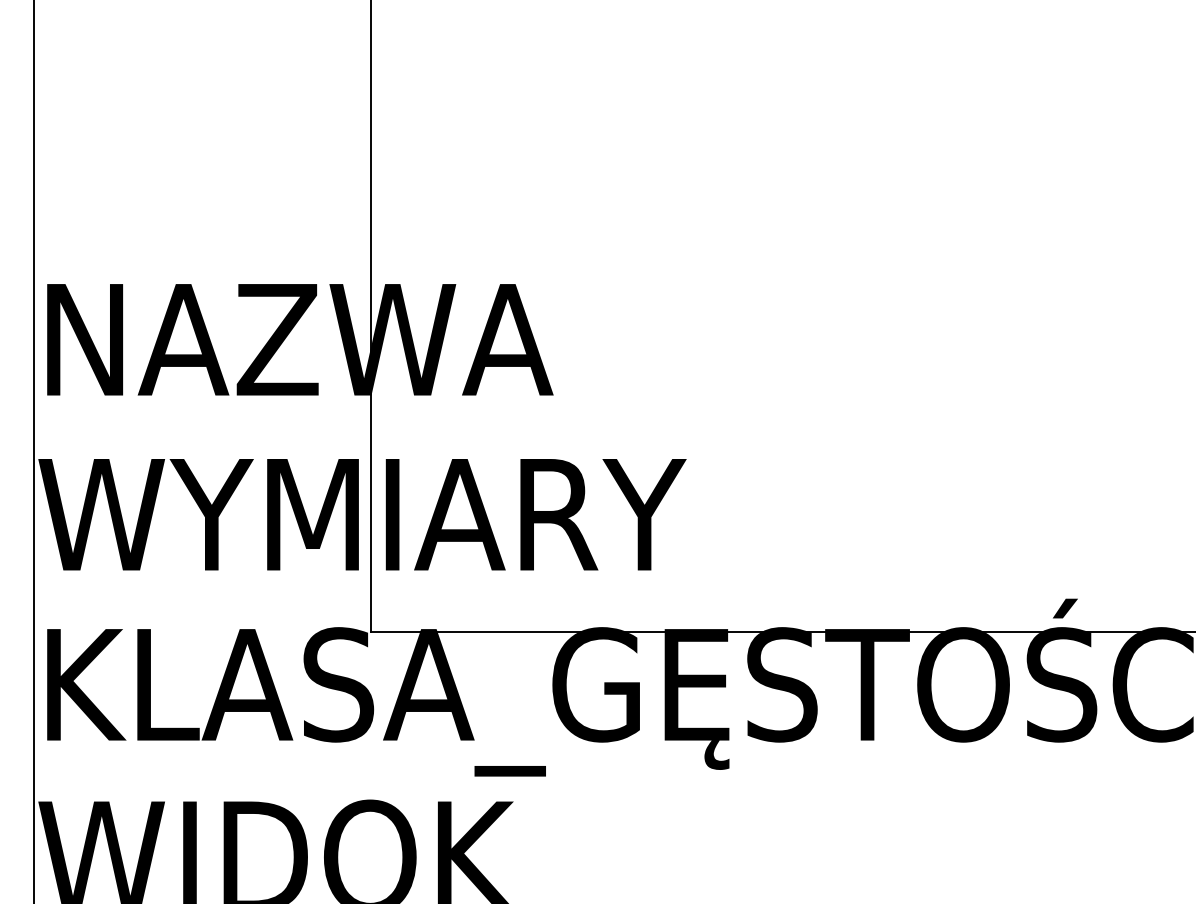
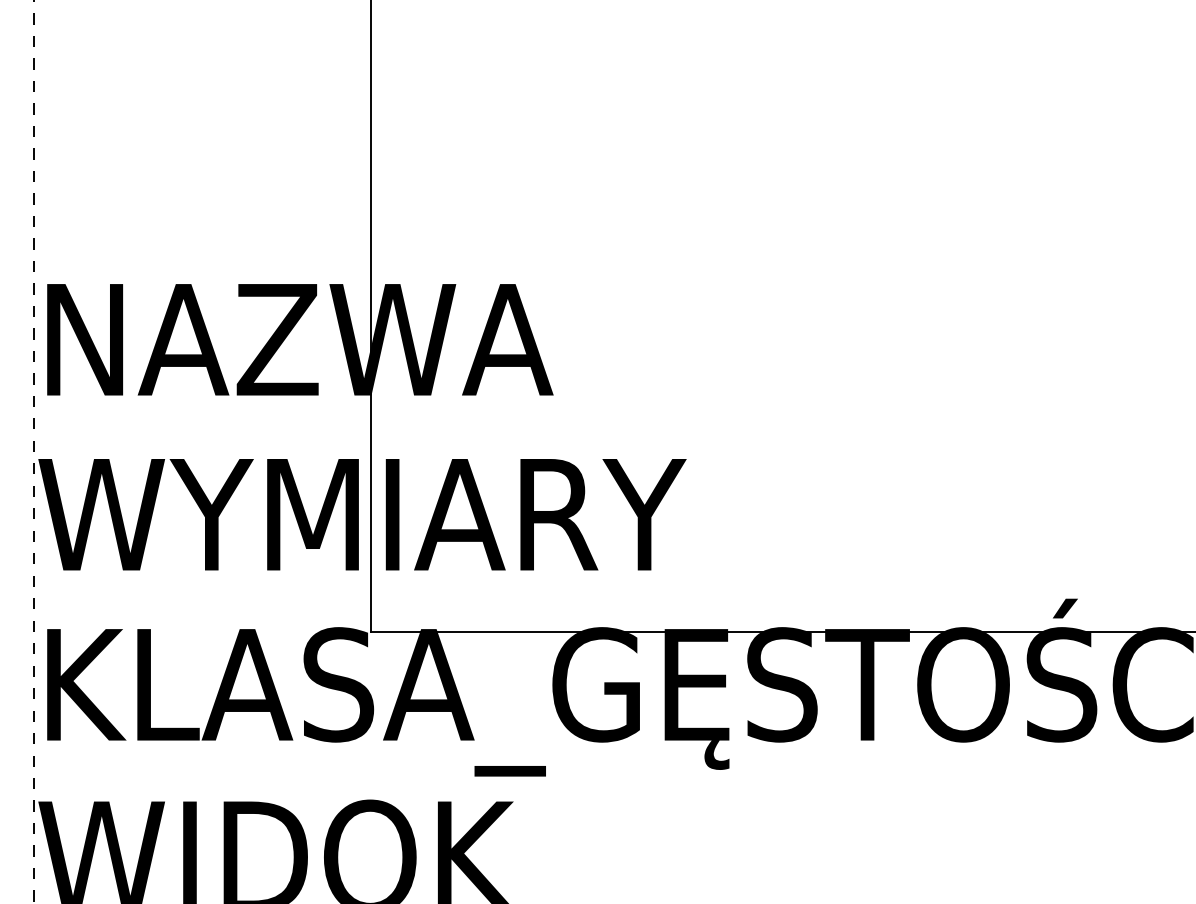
line at (33, 451): solid -> dashed
